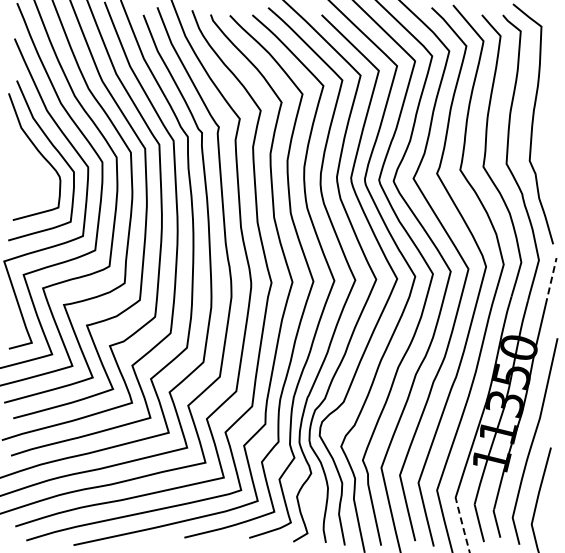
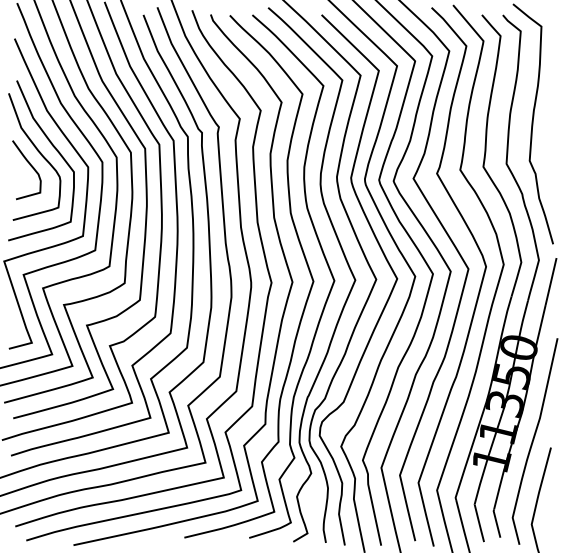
curve at (30, 166): none -> present
line at (551, 281): dashed -> solid
line at (462, 525): dashed -> solid
